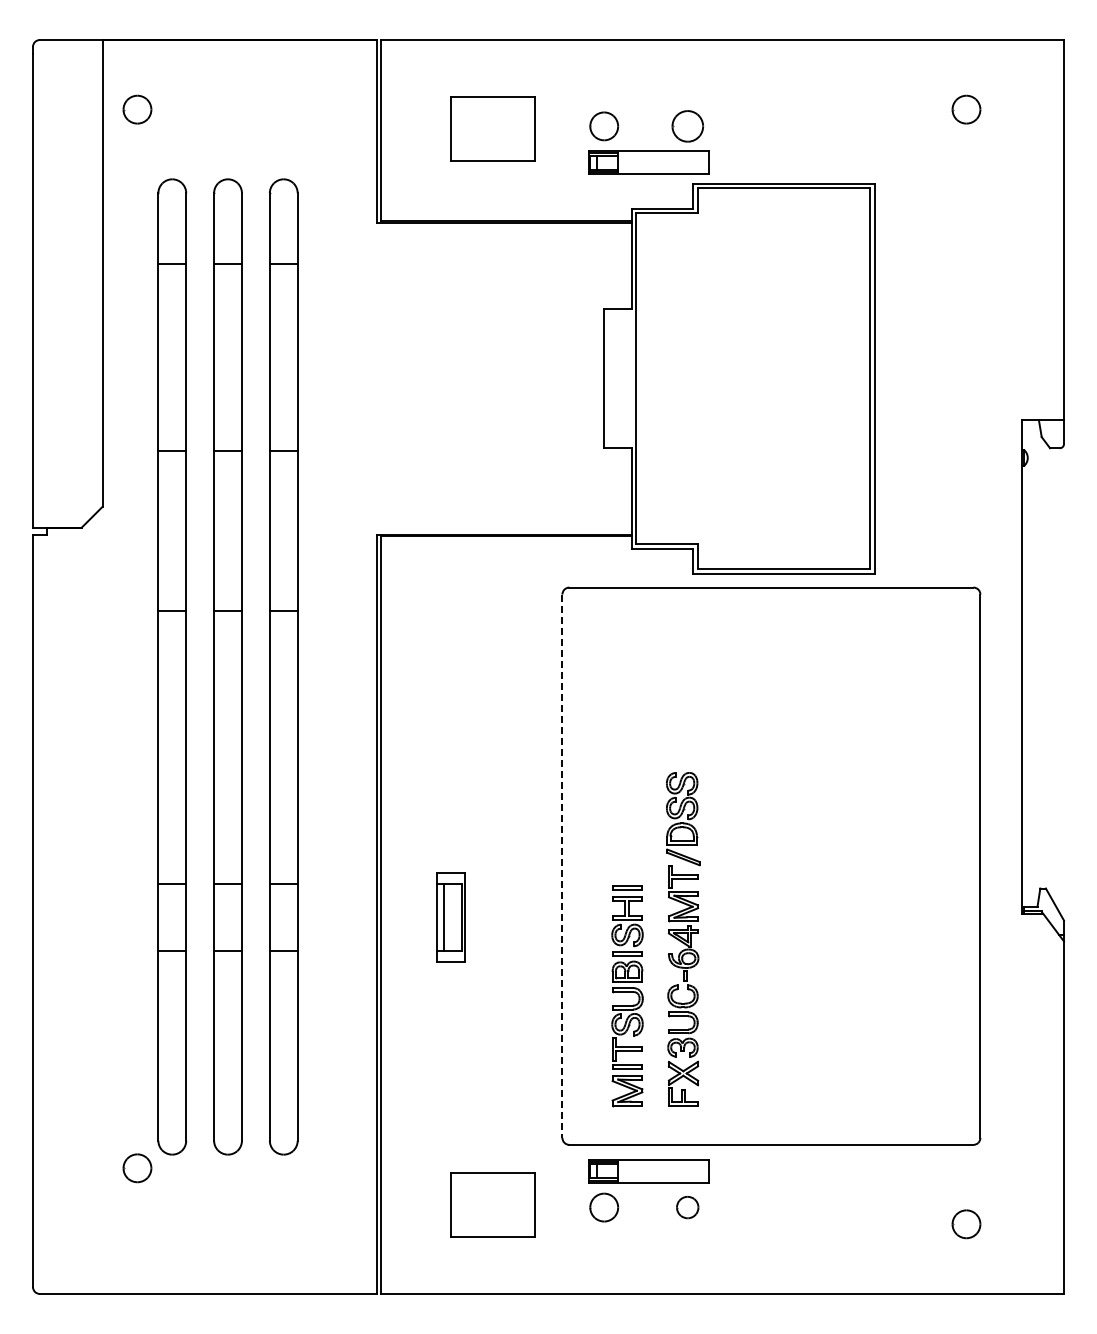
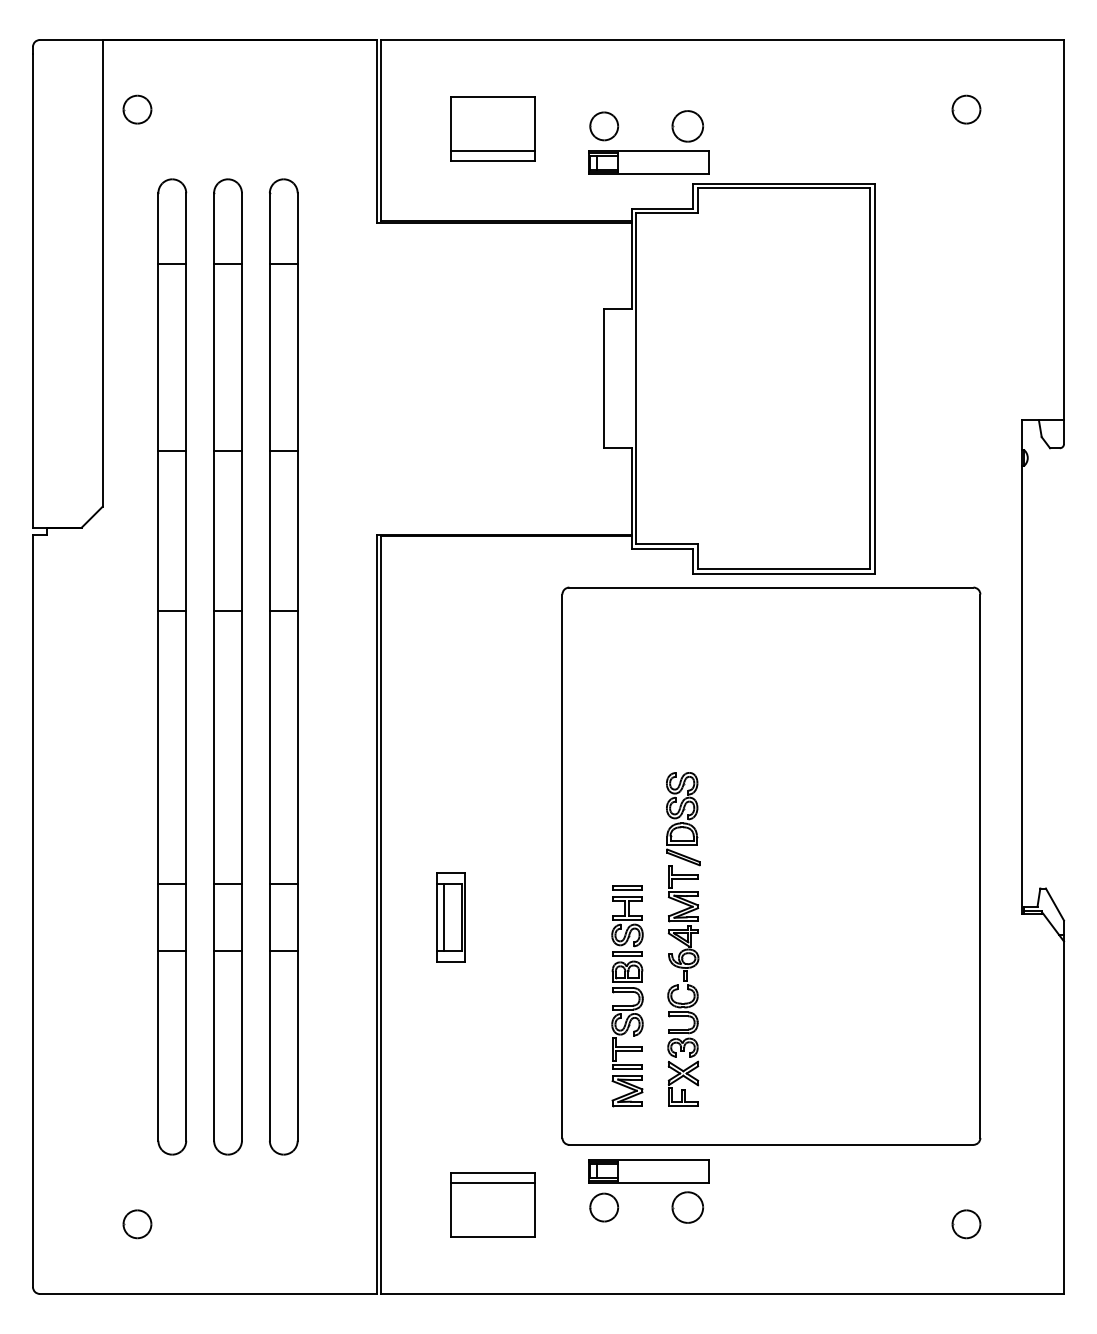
line at (492, 151): none -> present
line at (562, 866): dashed -> solid
part at (137, 1168) position: (137, 1168) -> (137, 1224)
line at (492, 1182): none -> present
part at (687, 1207) size: 24x24 px -> 33x33 px
